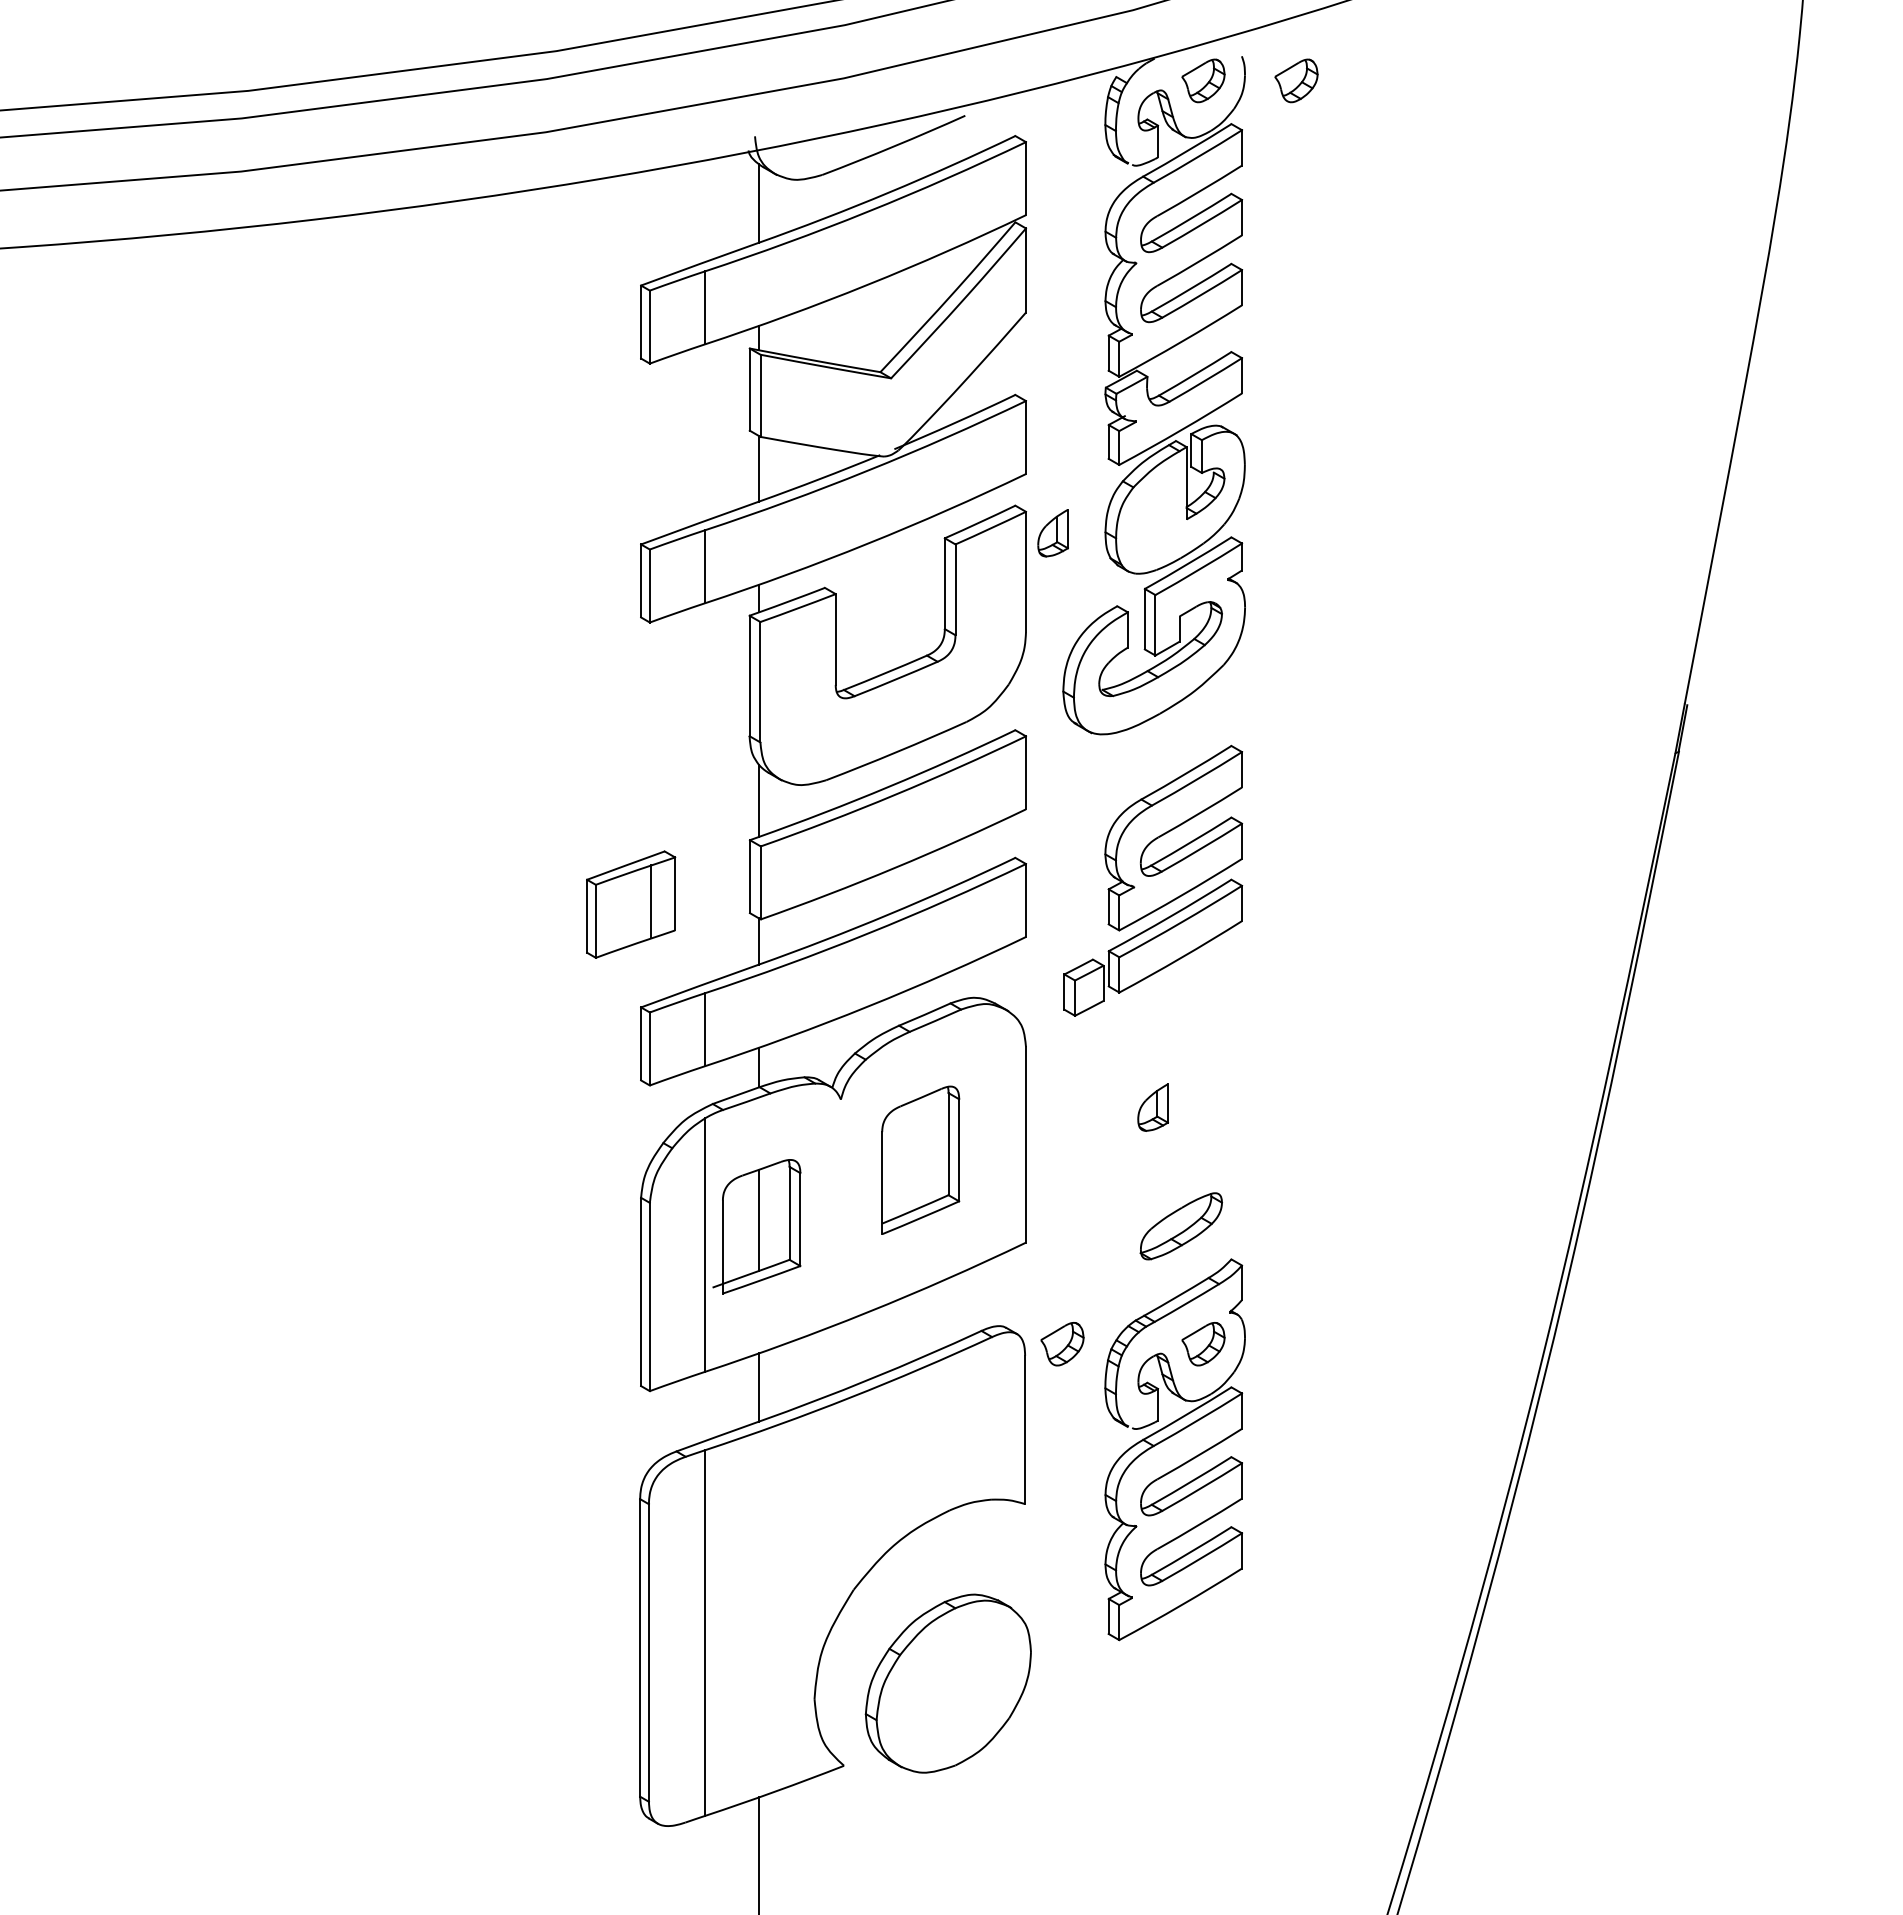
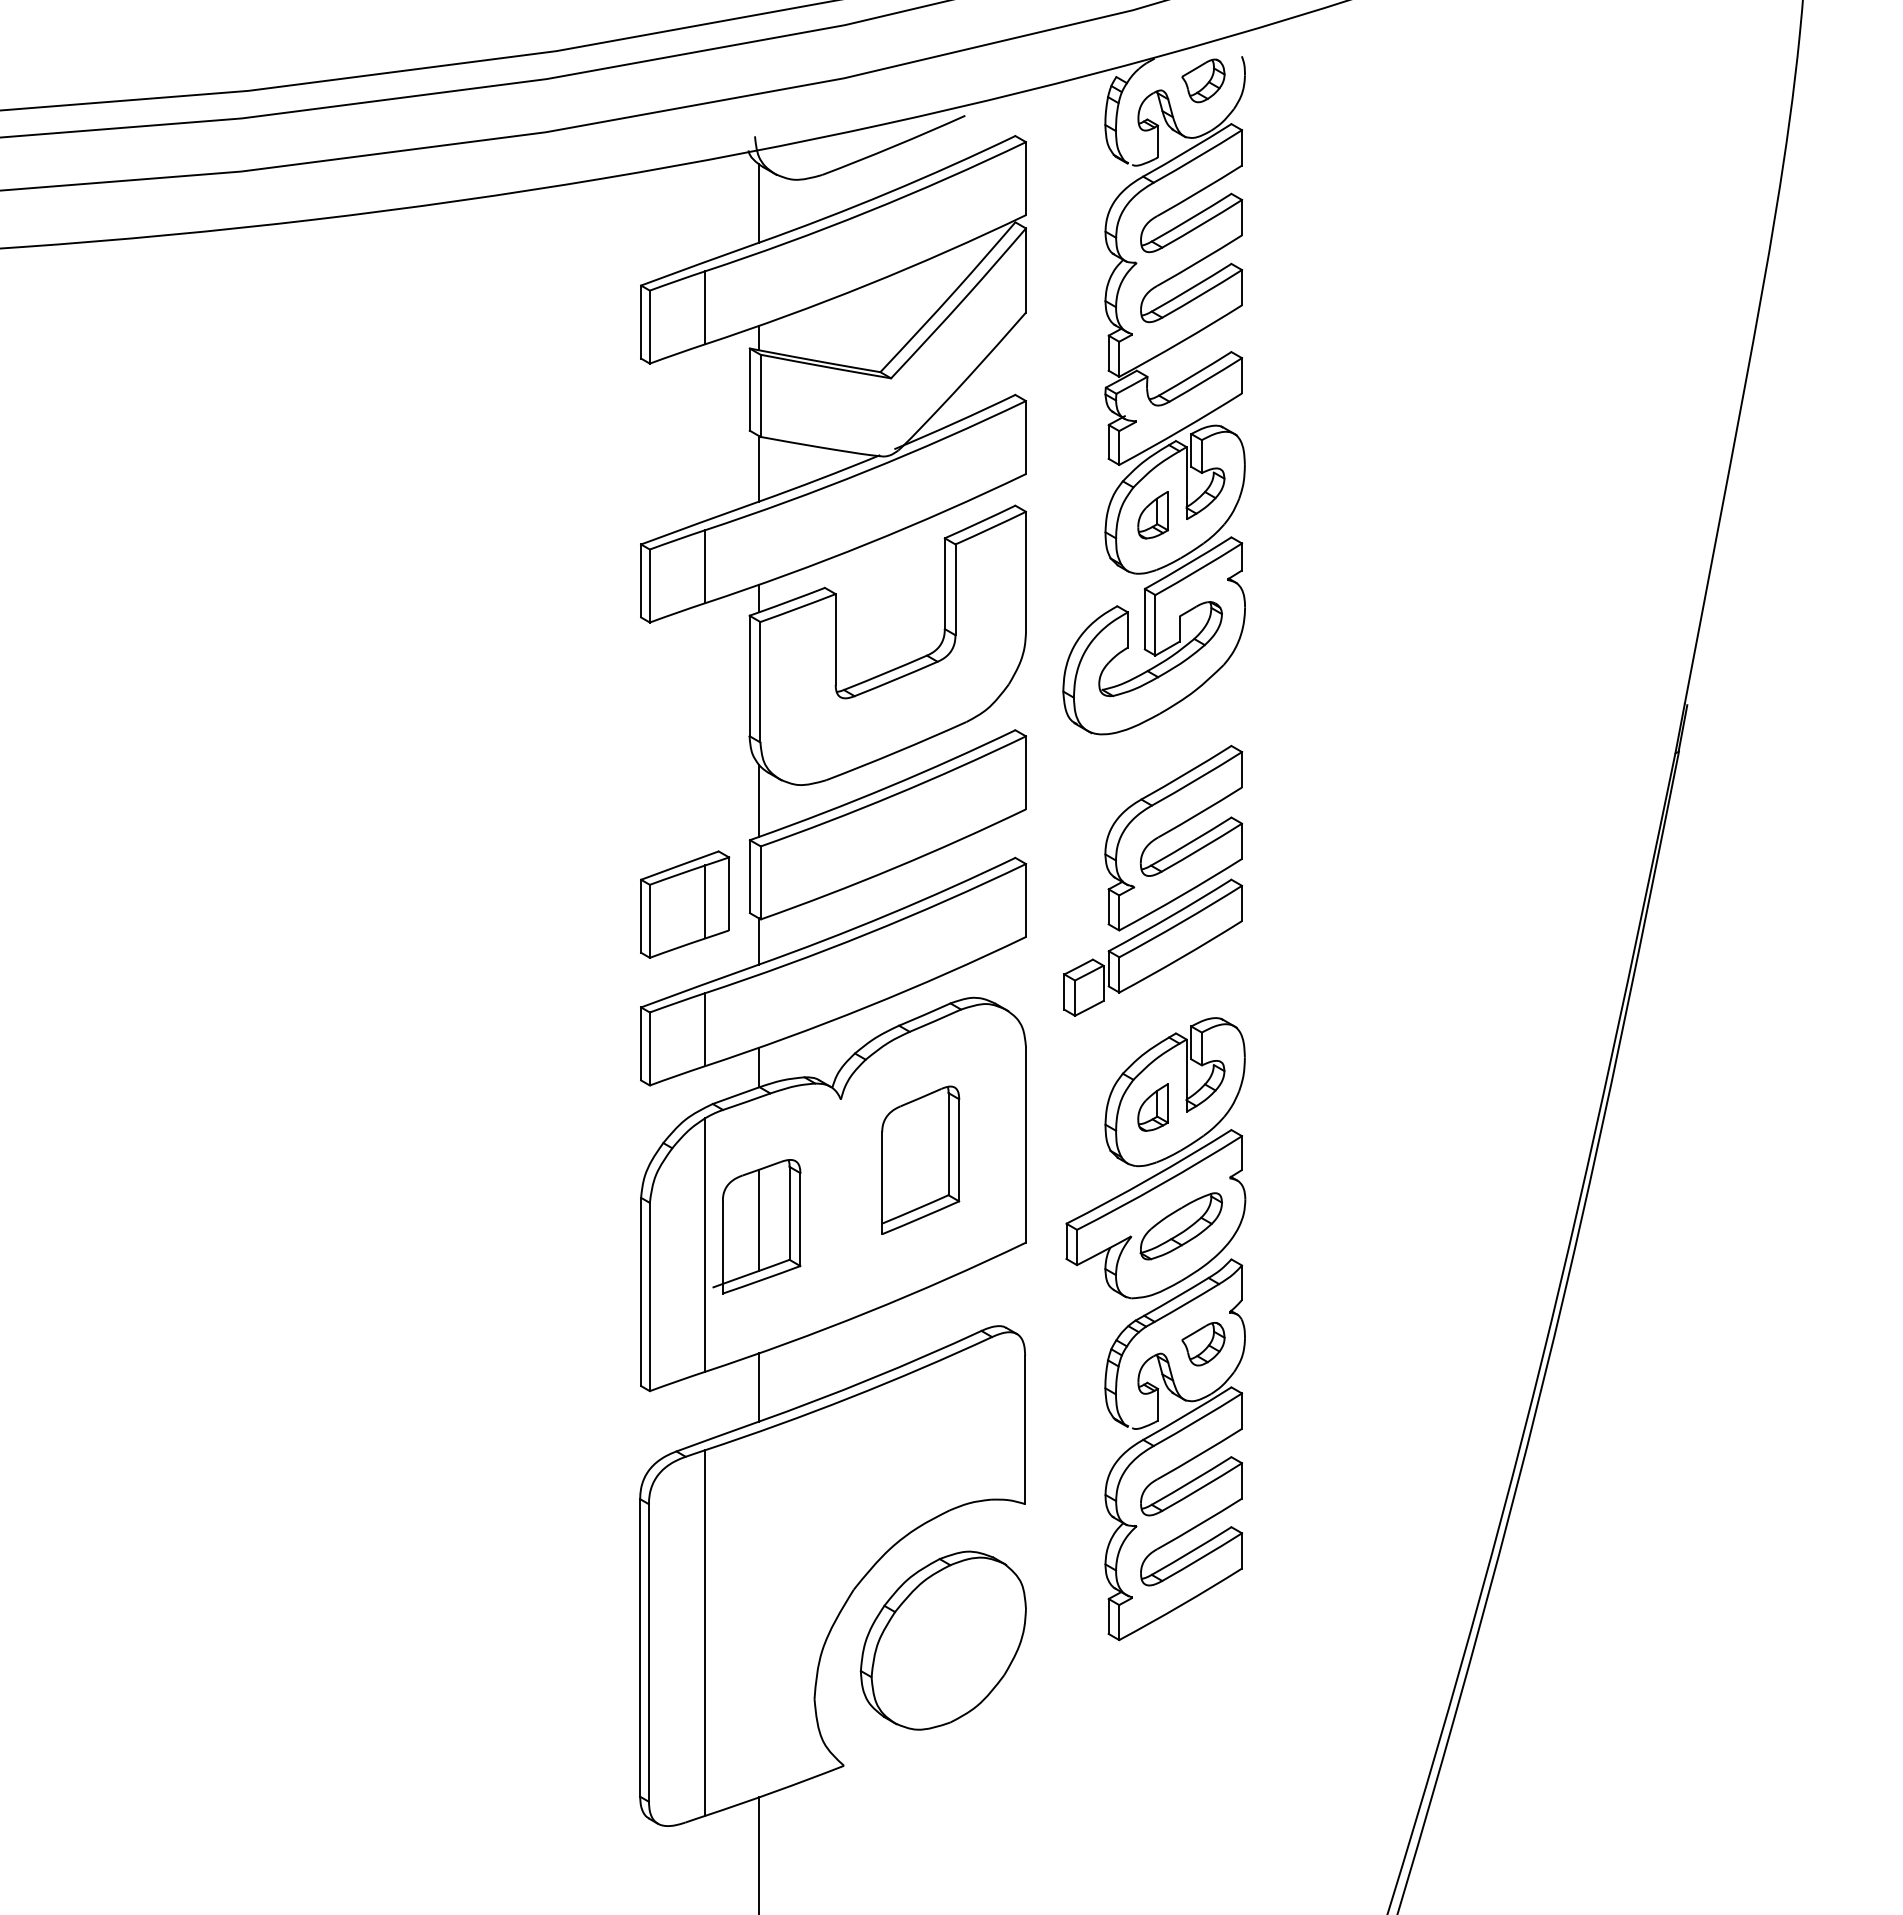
part at (1296, 80): present -> none
part at (1052, 533) position: (1052, 533) -> (1152, 515)
part at (631, 904) position: (631, 904) -> (685, 904)
part at (1155, 1158): none -> present
part at (1062, 1344): present -> none
part at (947, 1683) position: (947, 1683) -> (942, 1640)
